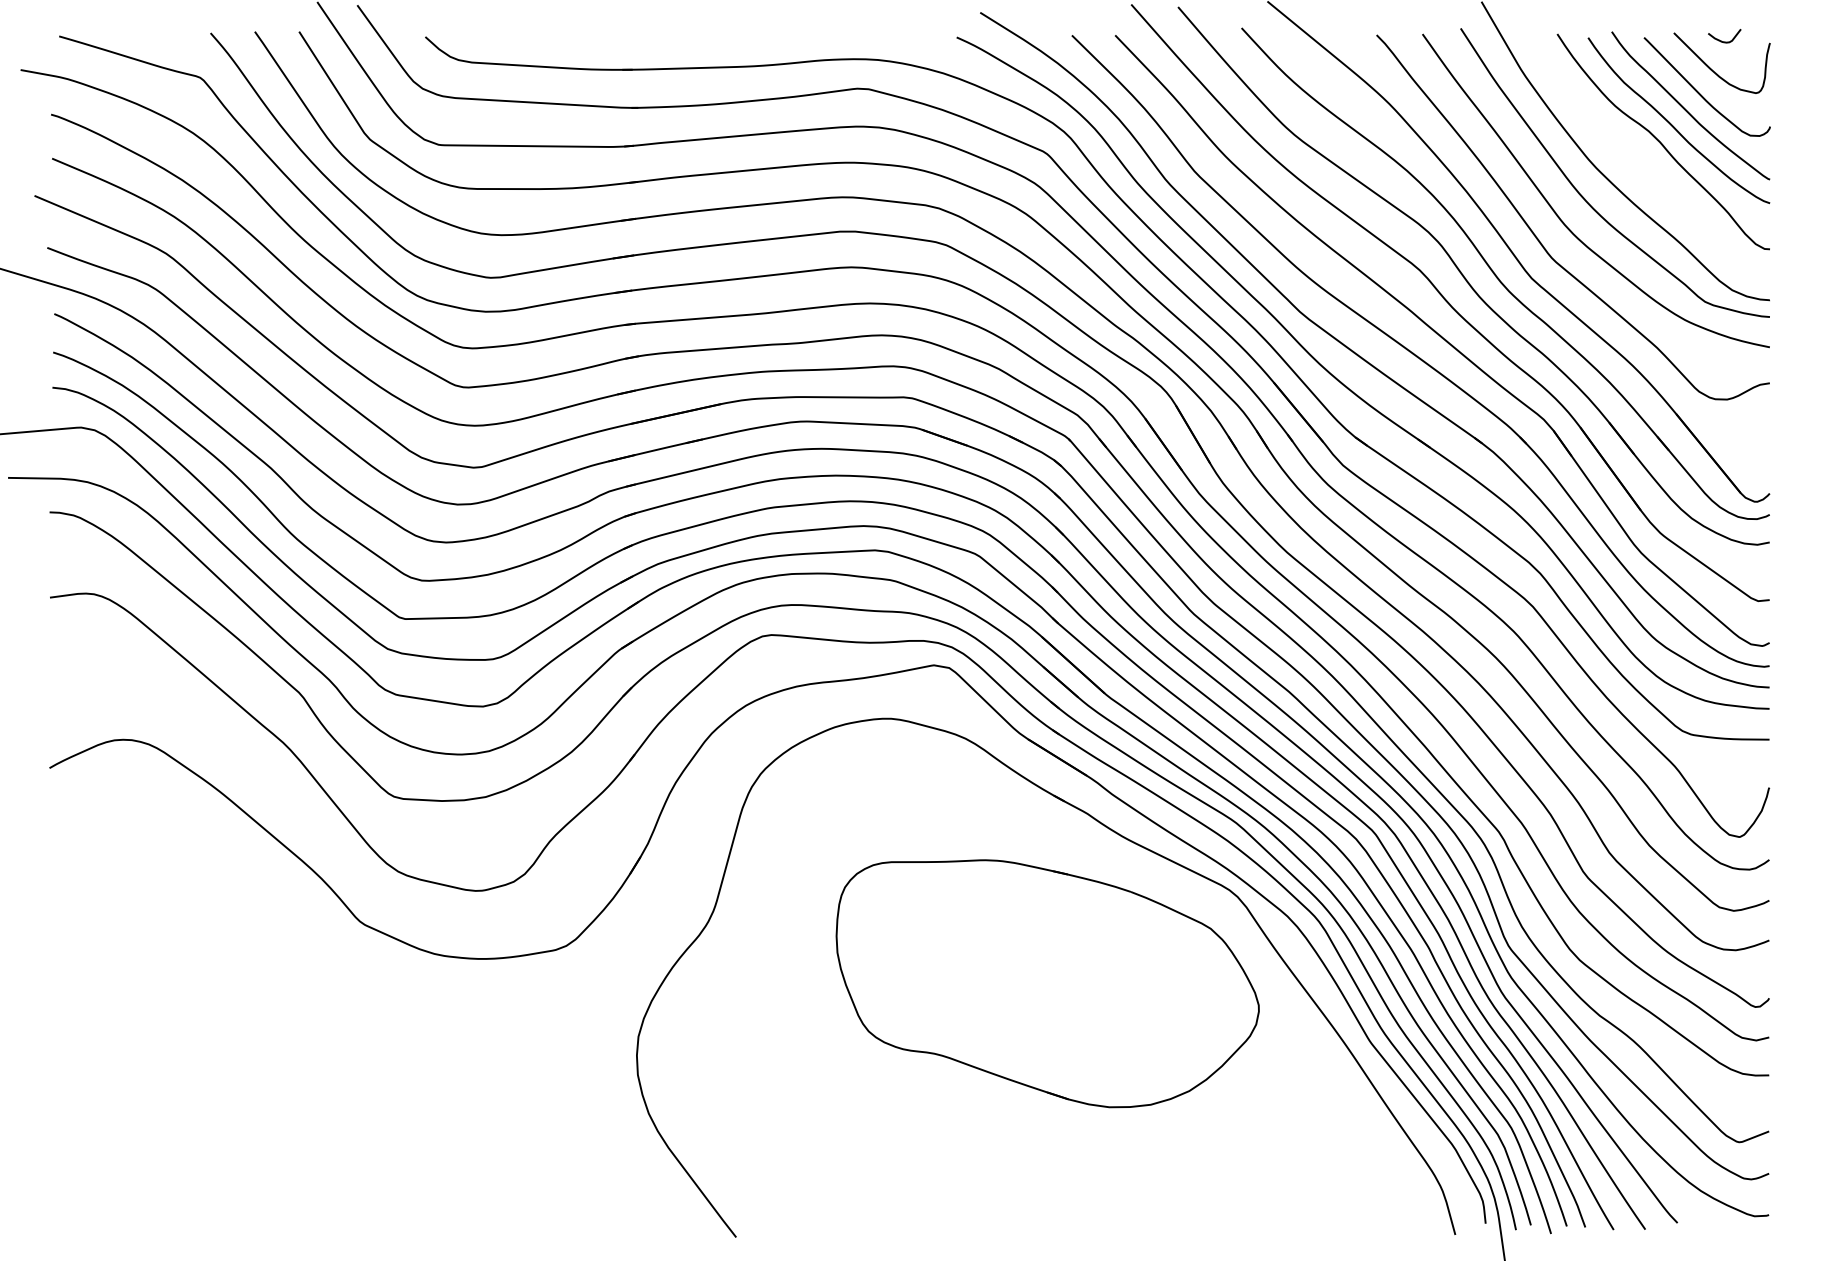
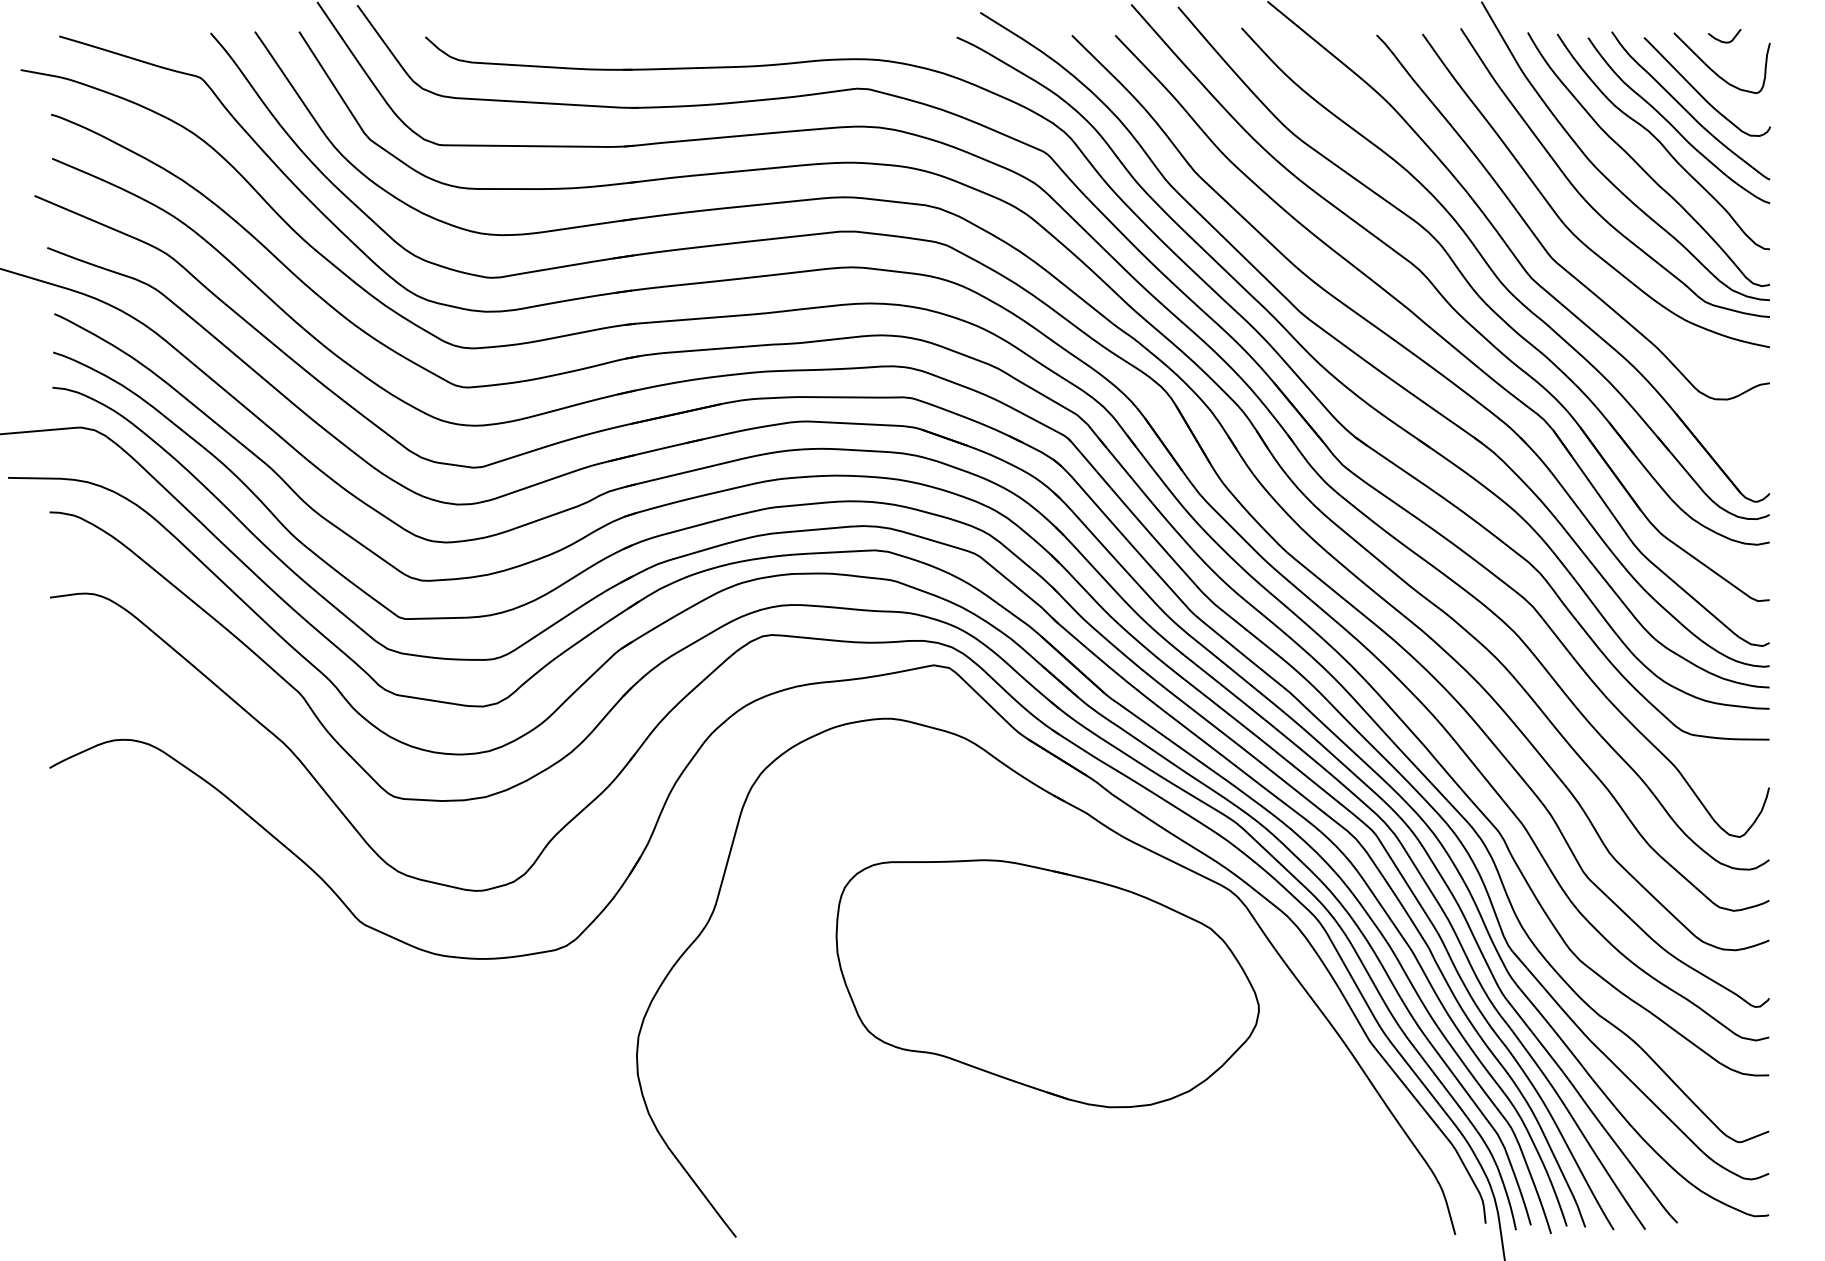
curve at (1641, 166): none -> present
